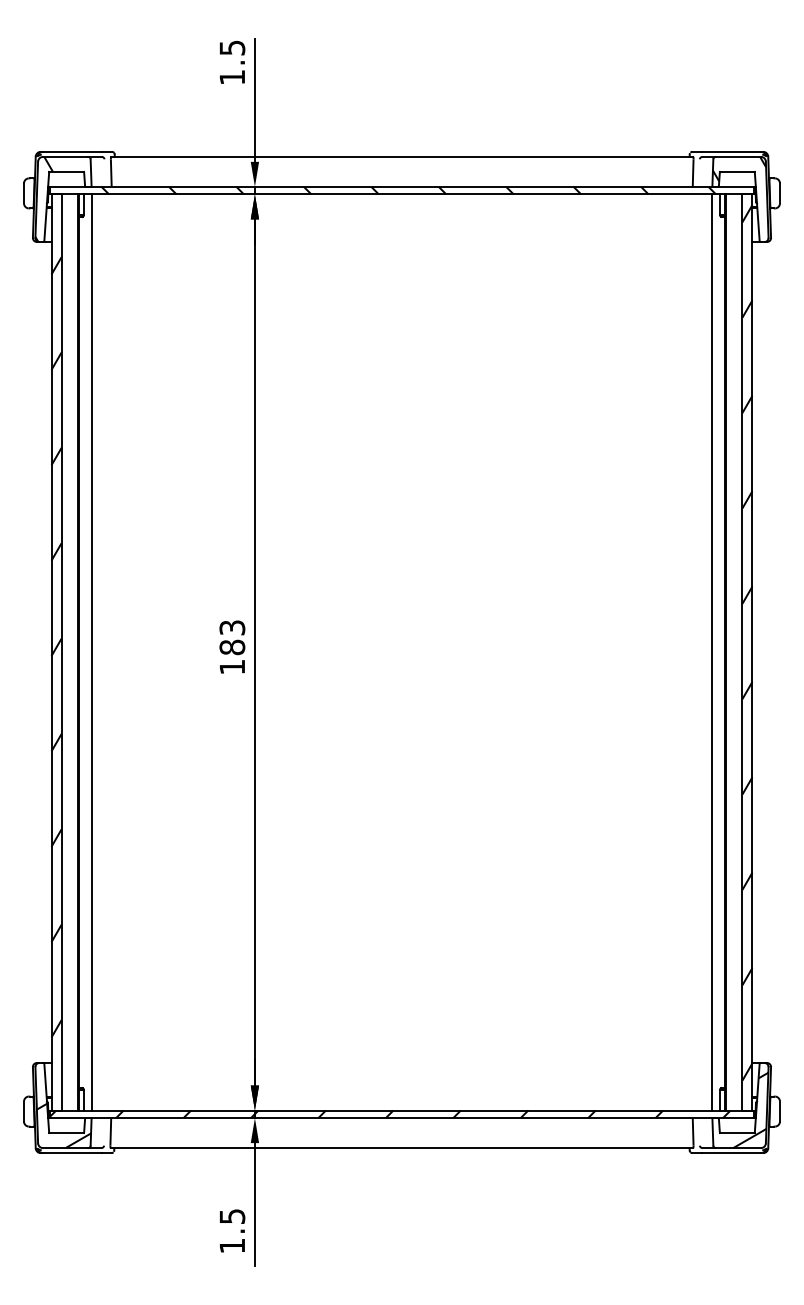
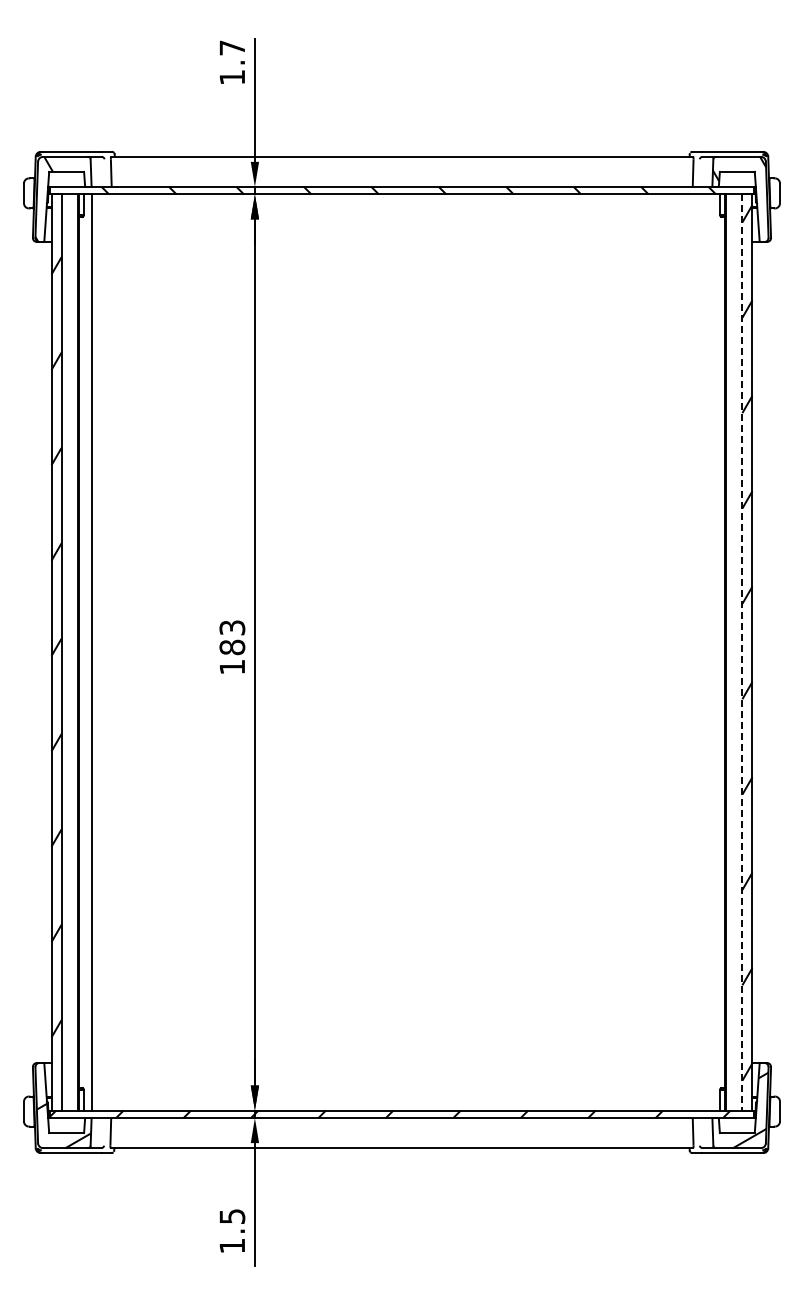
text at (232, 47): 1.5 -> 1.7
line at (712, 652): present -> none
line at (742, 652): solid -> dashed
